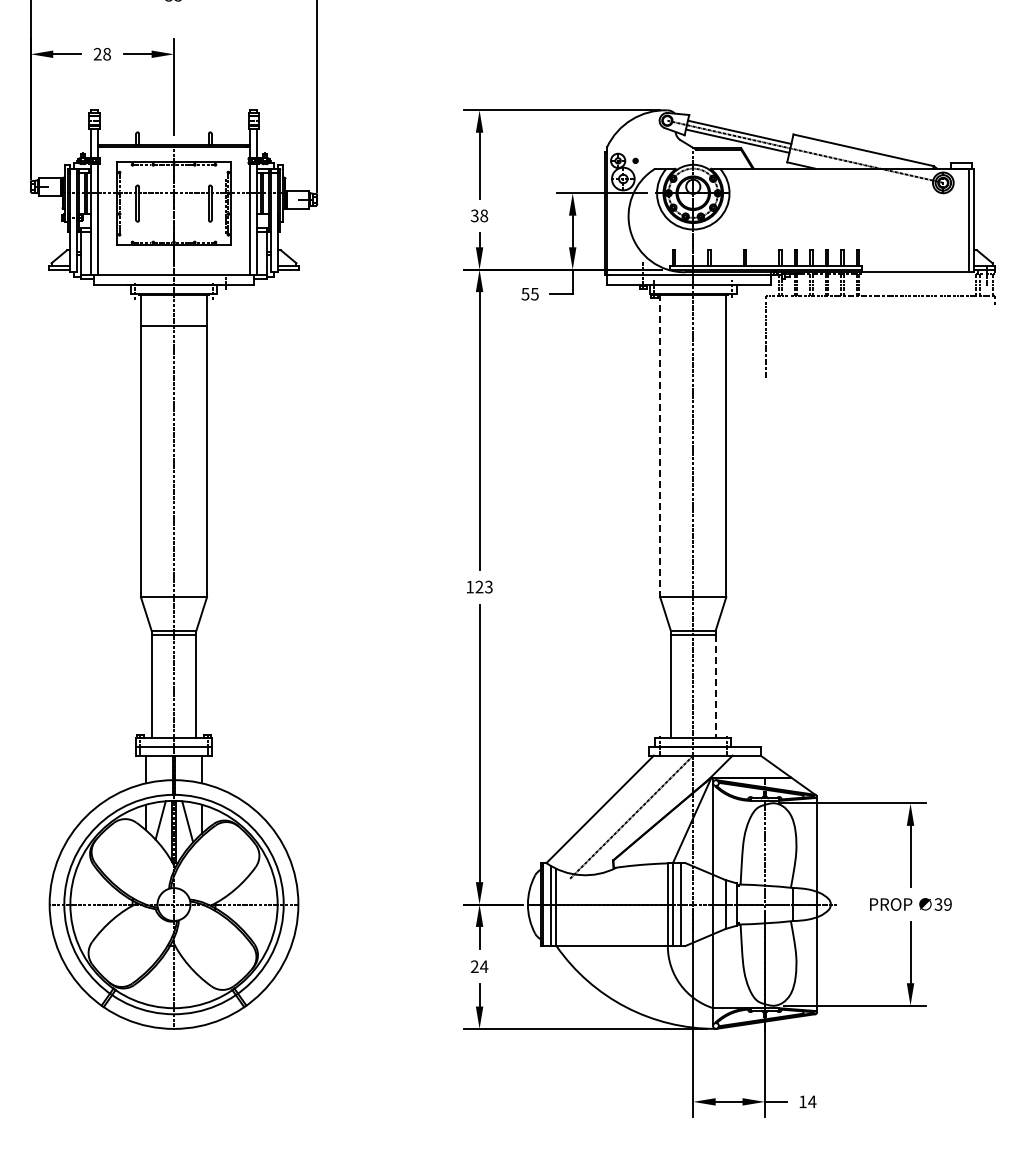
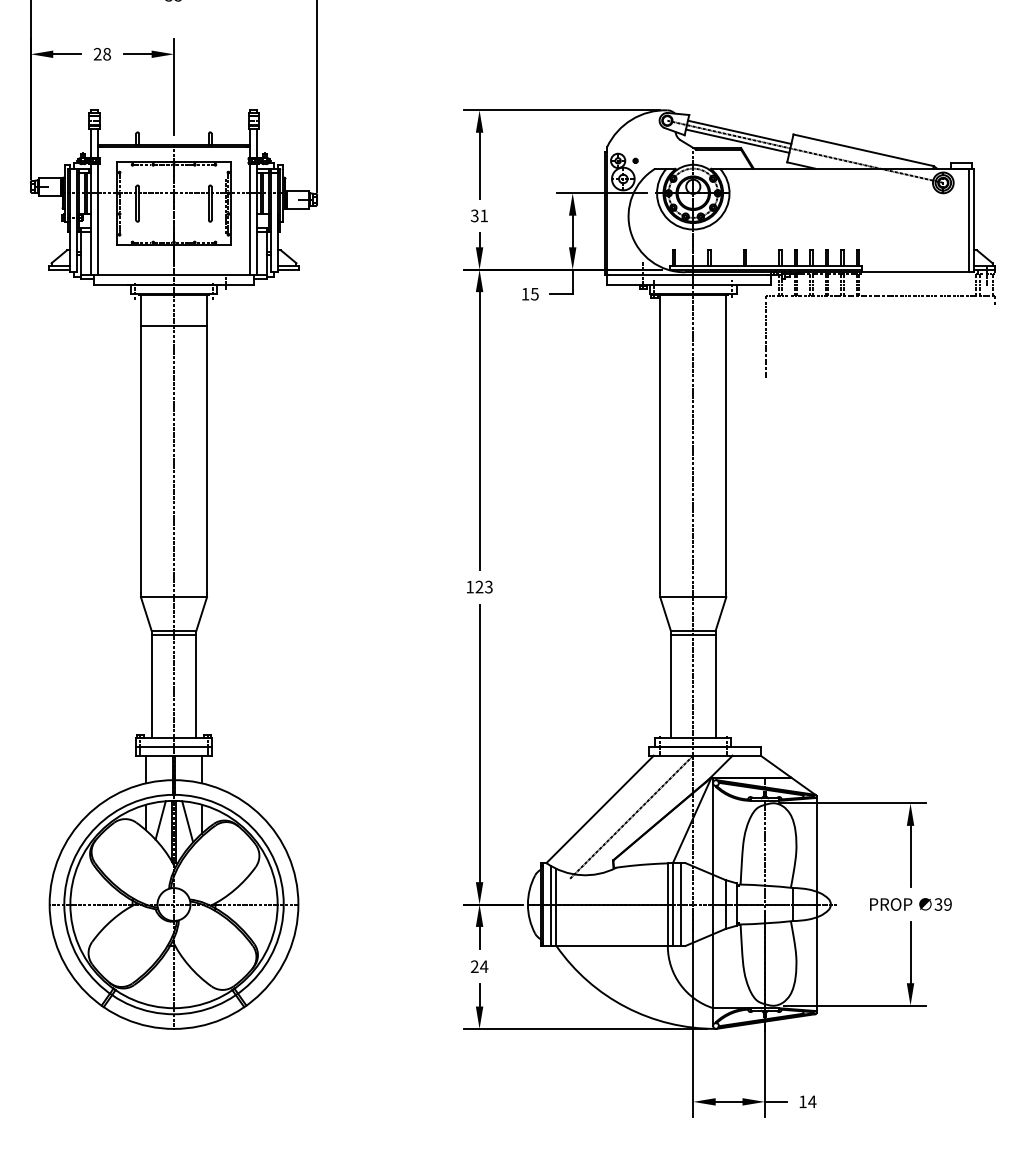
text at (484, 215): 38 -> 31
text at (525, 294): 55 -> 15
line at (660, 443): dashed -> solid
line at (715, 686): dashed -> solid
